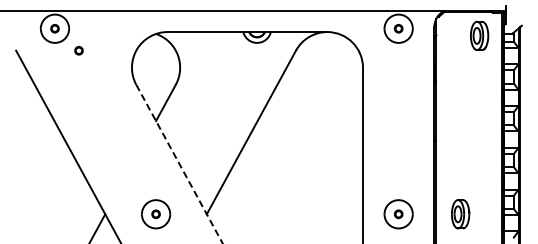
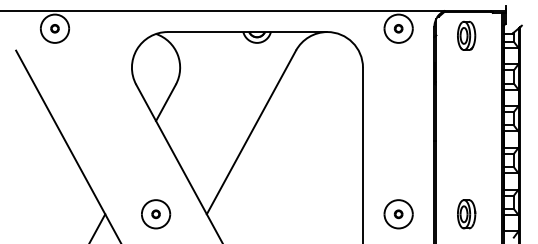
part at (479, 35) position: (479, 35) -> (466, 35)
part at (78, 50): present -> none
line at (179, 164): dashed -> solid
part at (460, 214) position: (460, 214) -> (466, 214)
